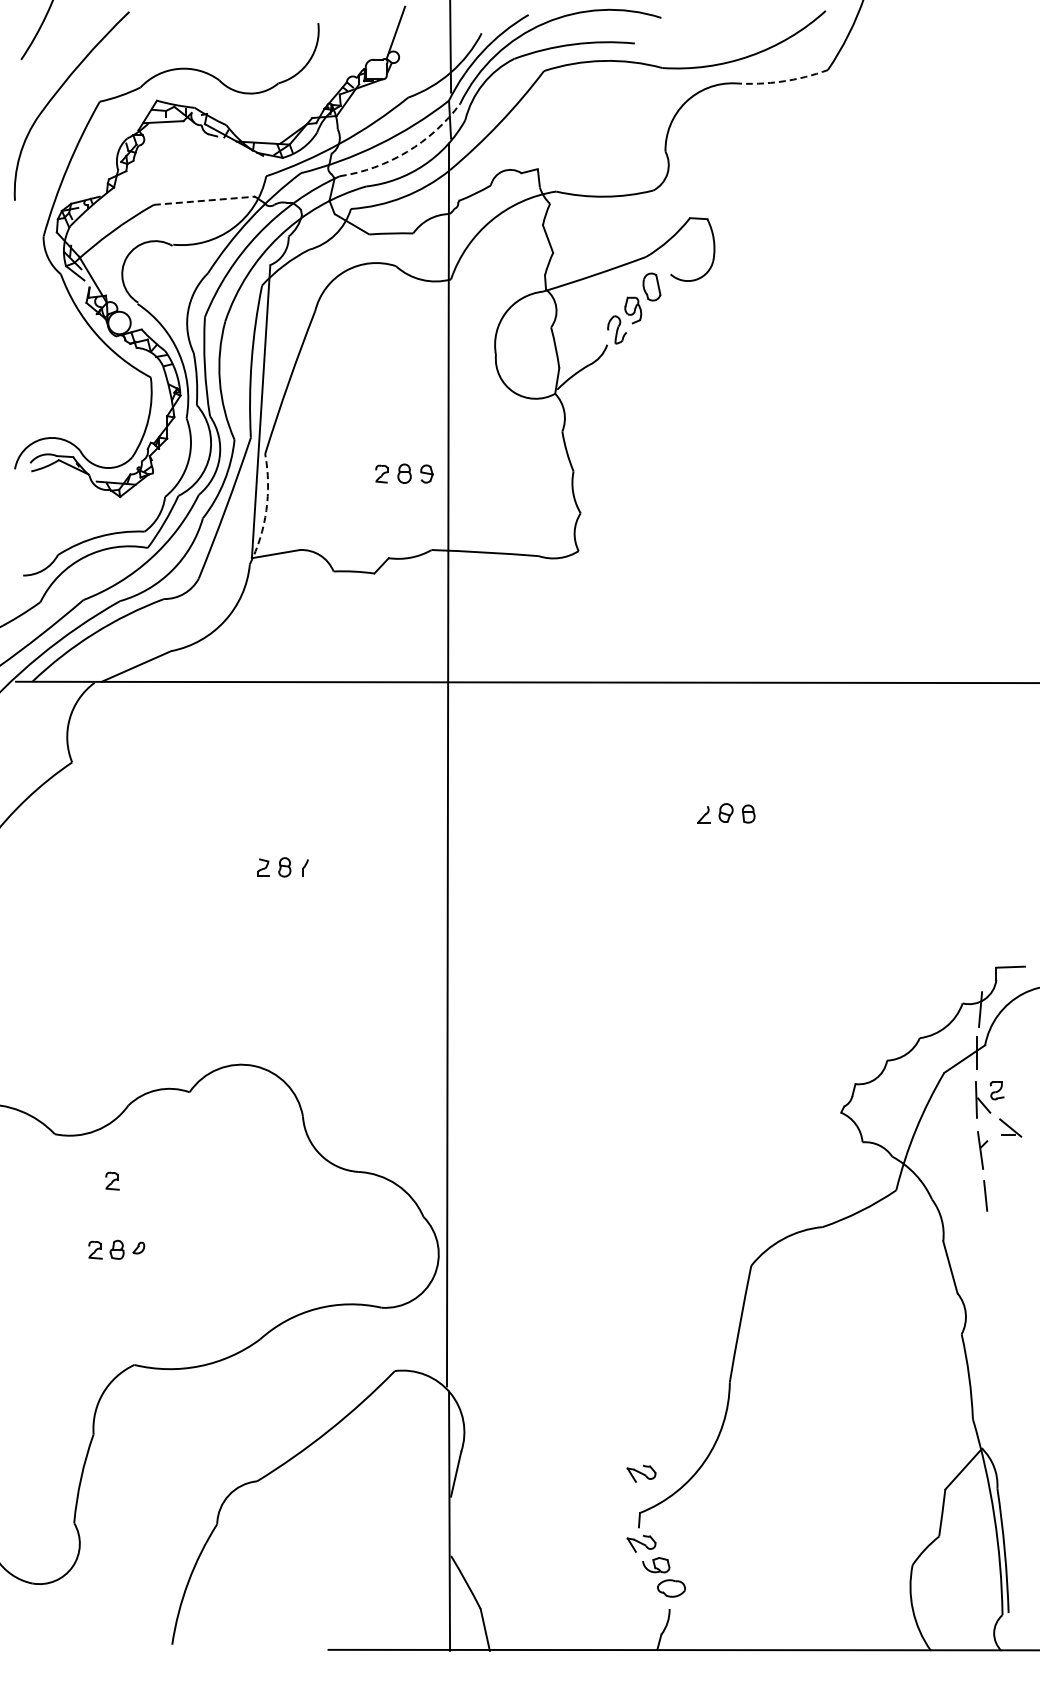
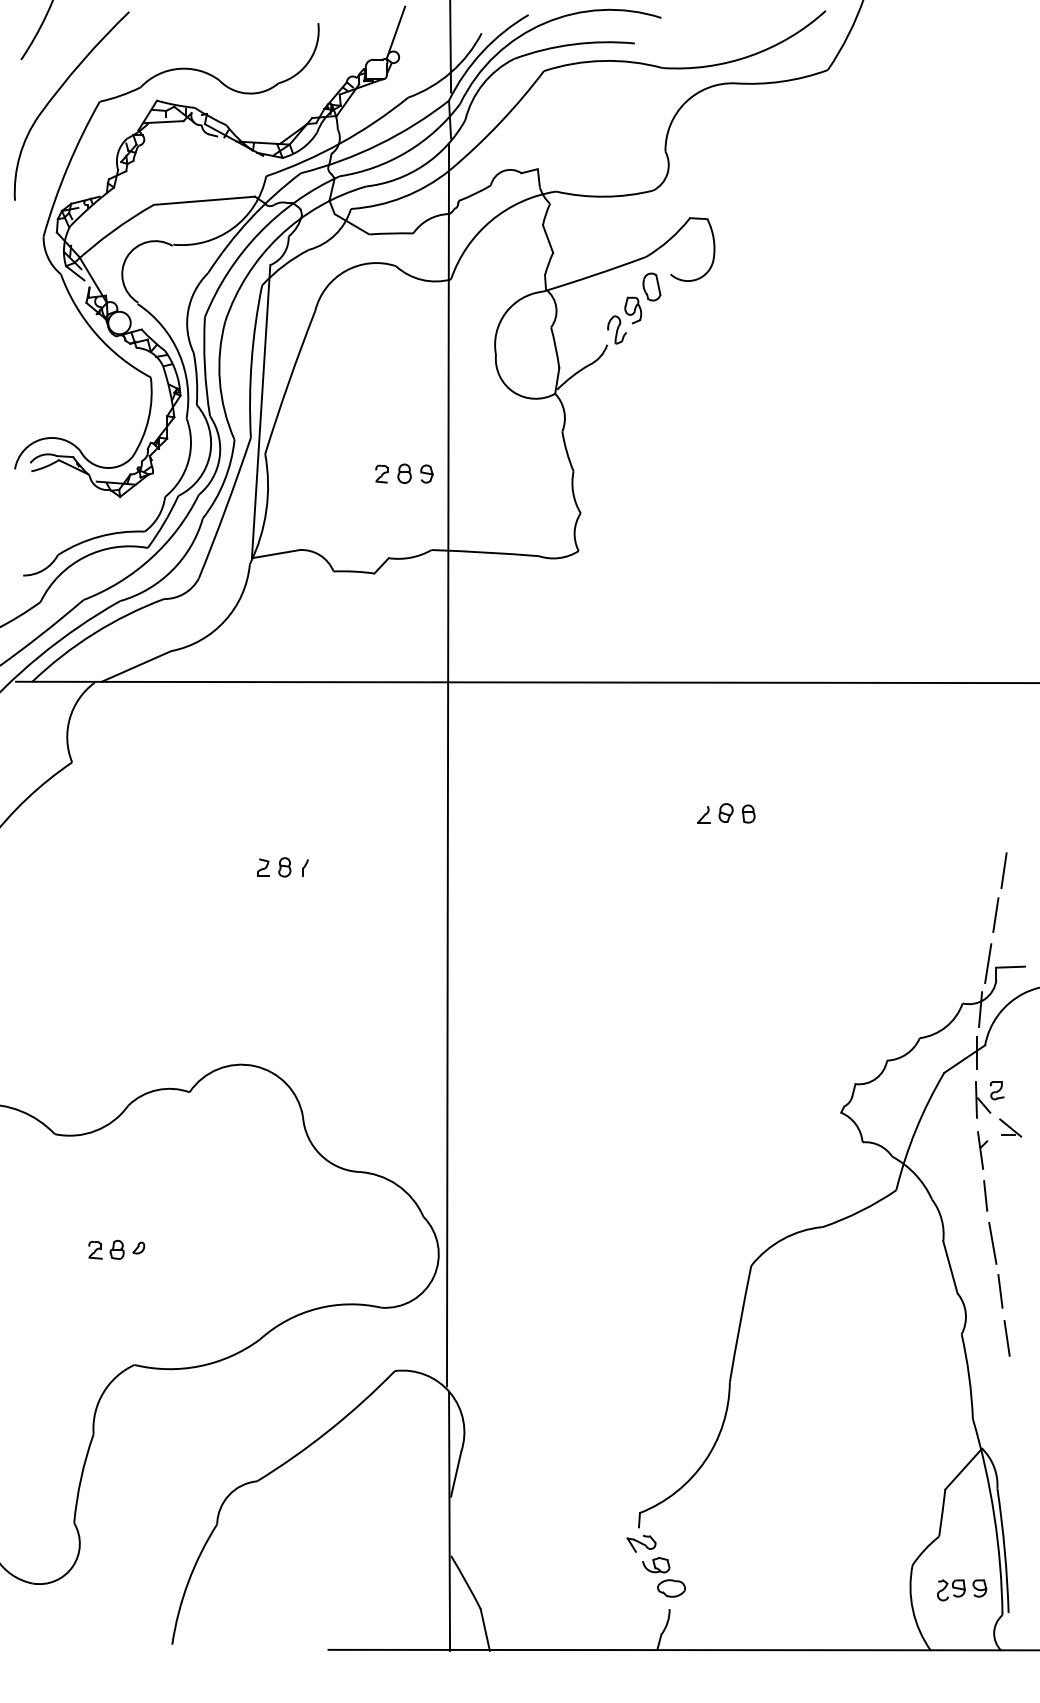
arc at (782, 81): dashed -> solid
arc at (407, 151): dashed -> solid
line at (204, 200): dashed -> solid
arc at (266, 510): dashed -> solid
line at (1003, 870): none -> present
line at (995, 914): none -> present
line at (988, 963): none -> present
part at (112, 1180): present -> none
line at (992, 1243): none -> present
line at (1000, 1291): none -> present
line at (1006, 1338): none -> present
part at (641, 1473): present -> none
part at (962, 1590): none -> present
